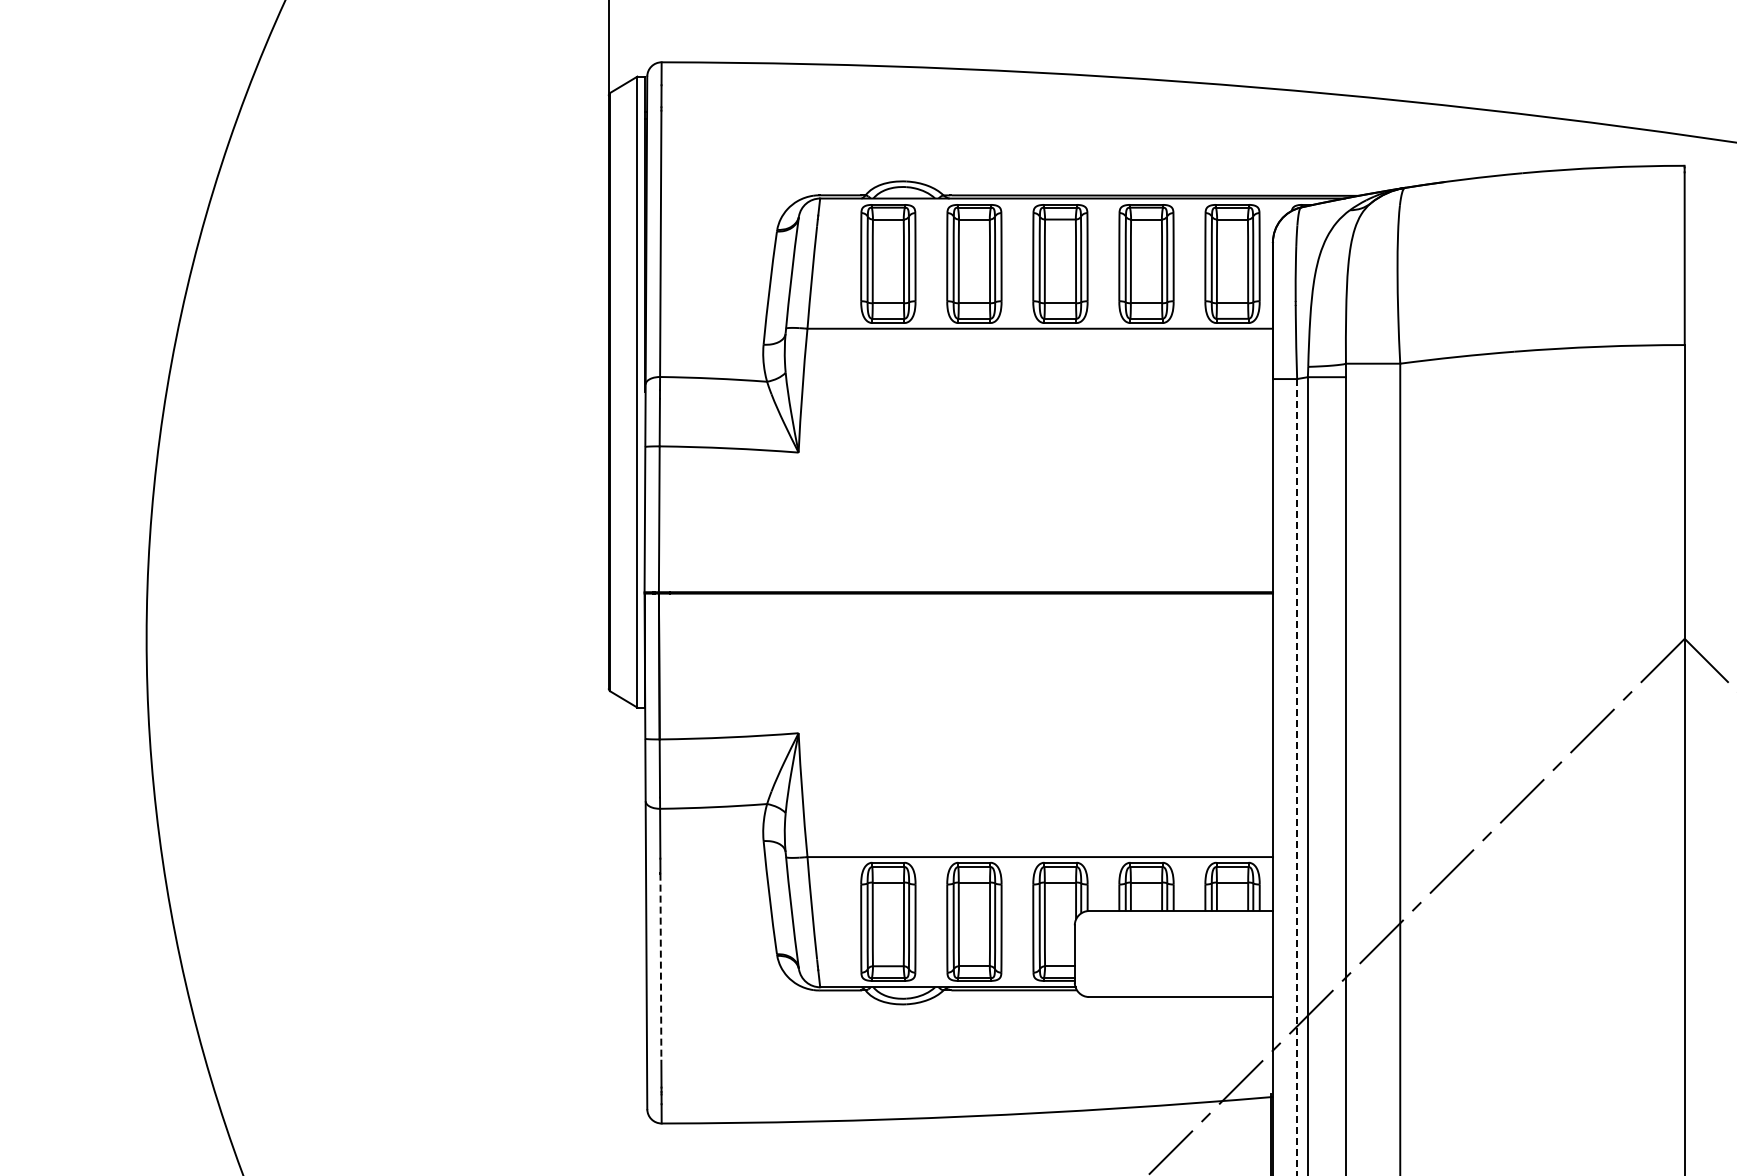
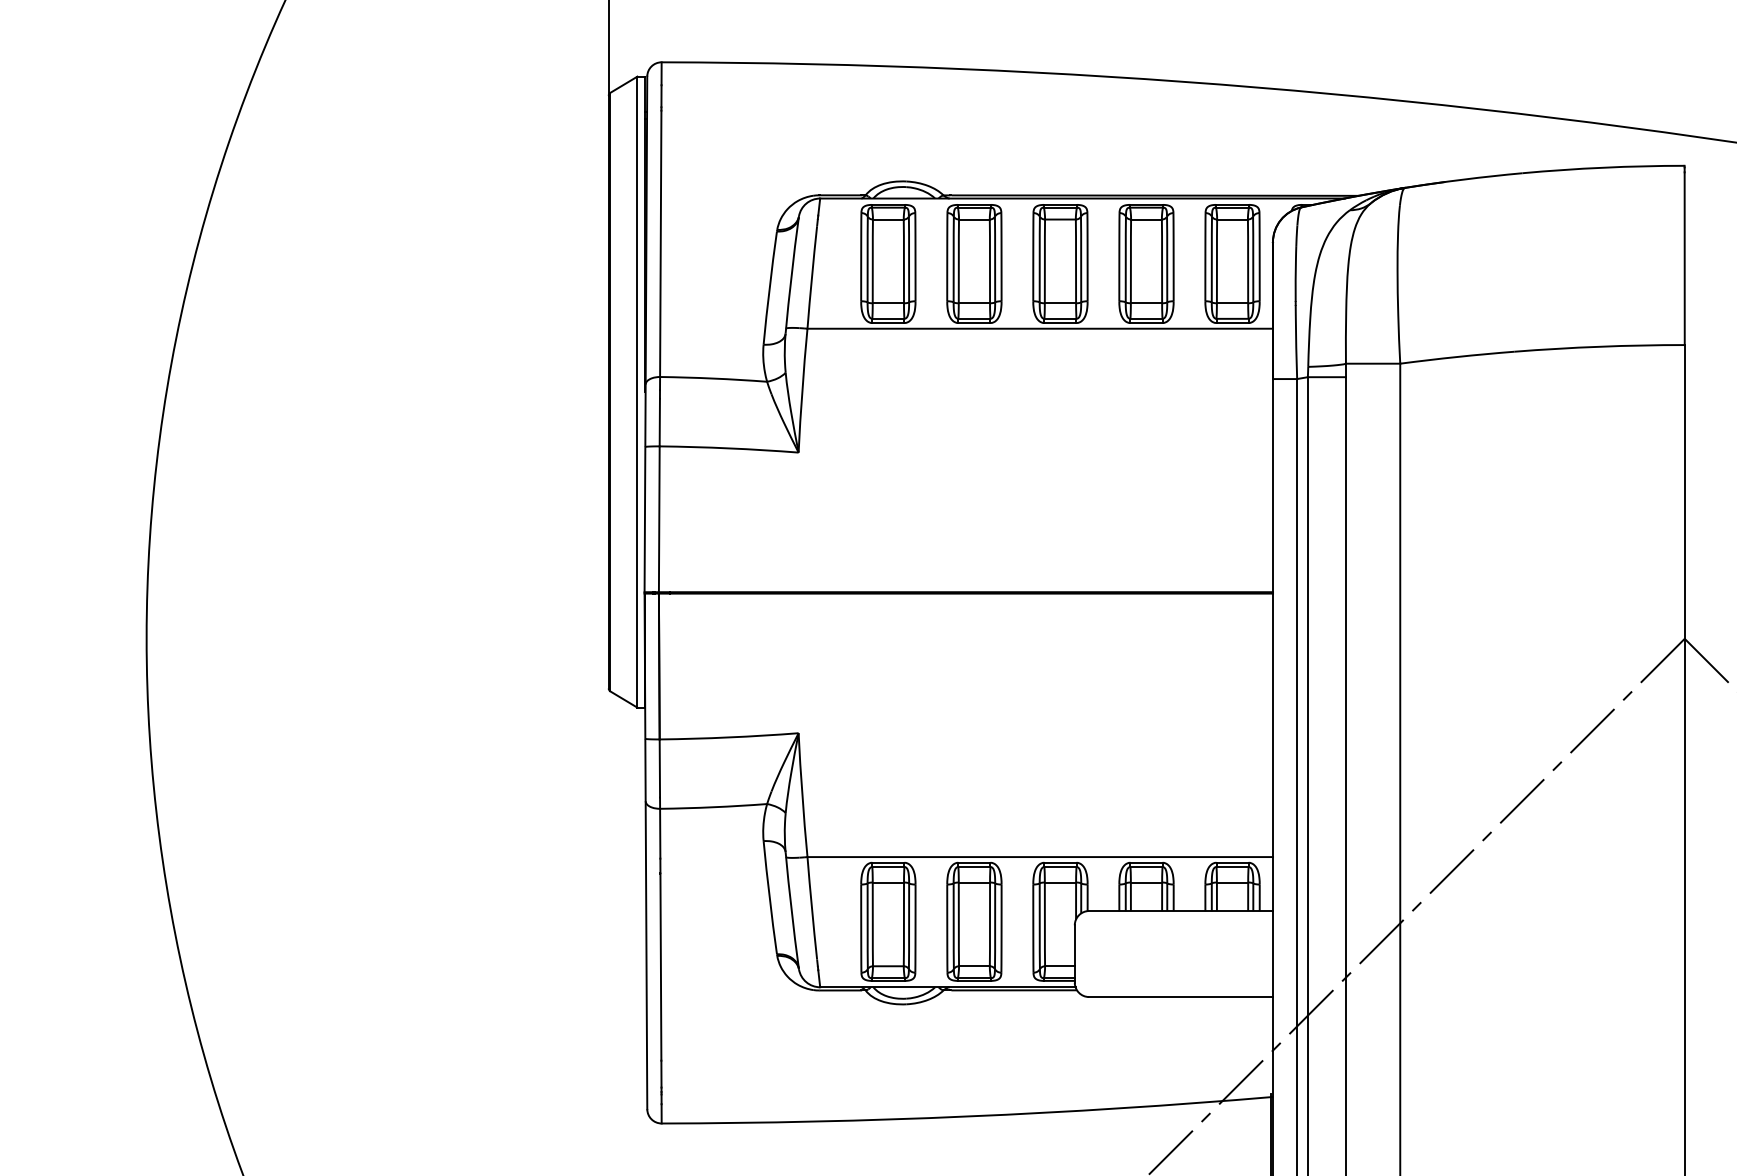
line at (1297, 777): dashed -> solid
line at (660, 967): dashed -> solid
